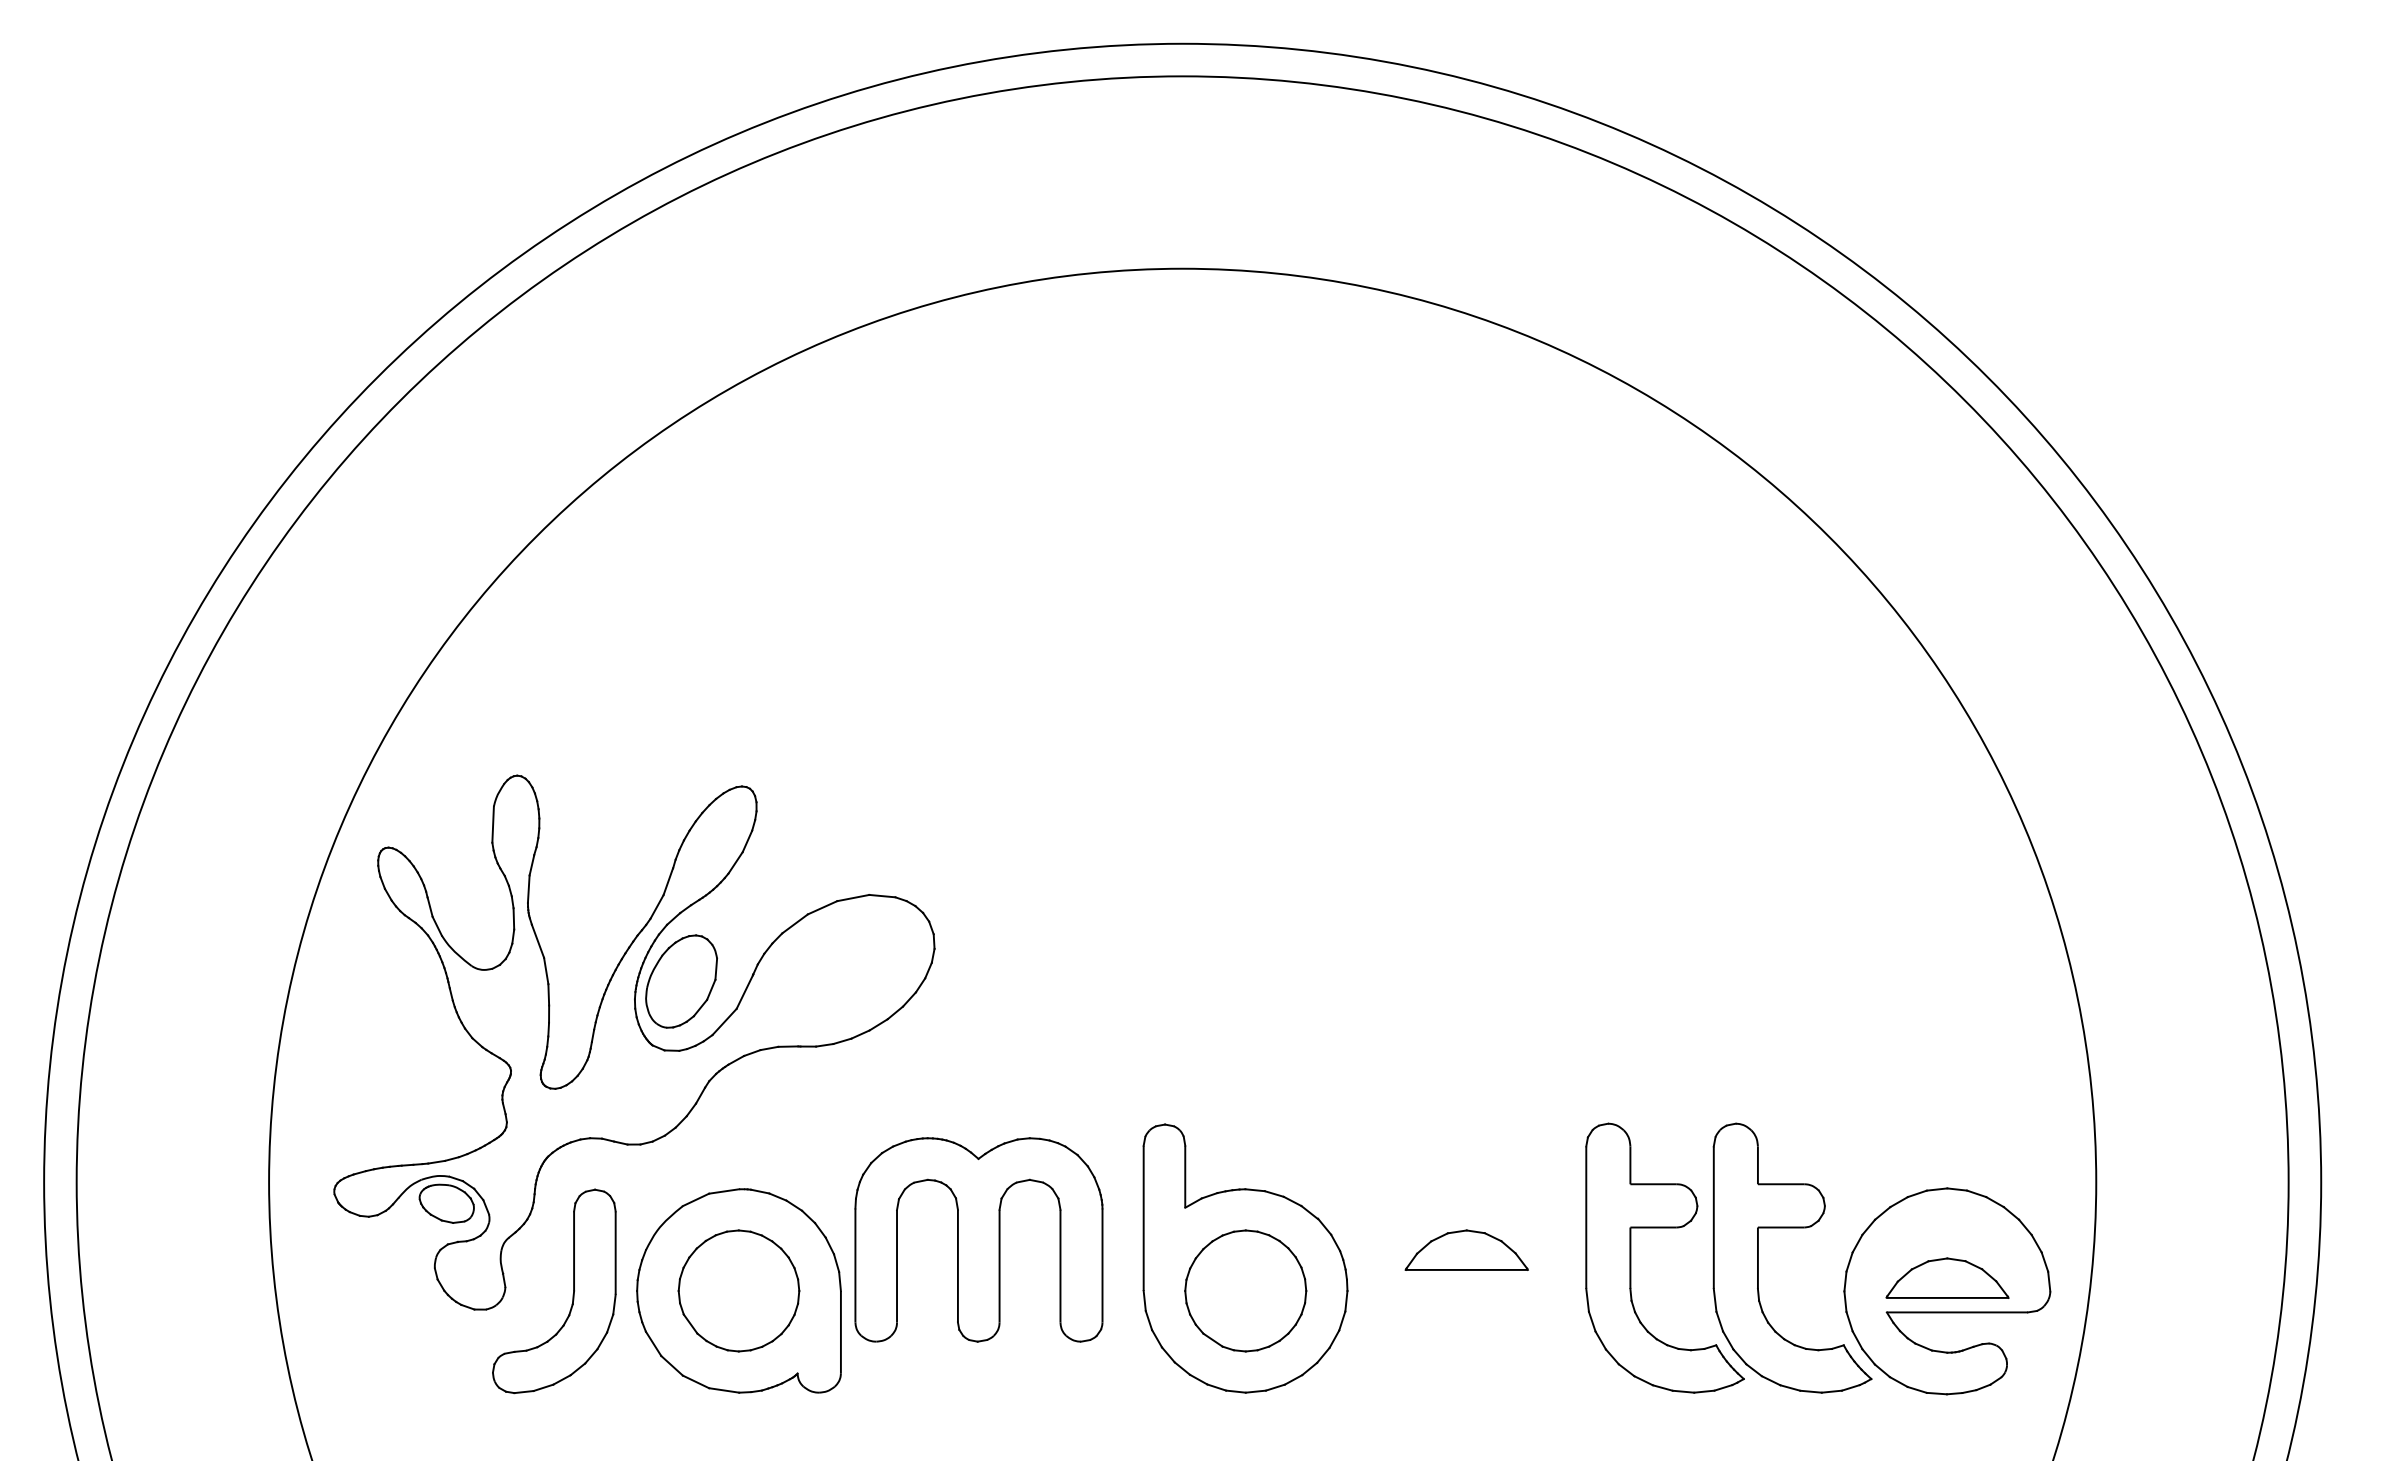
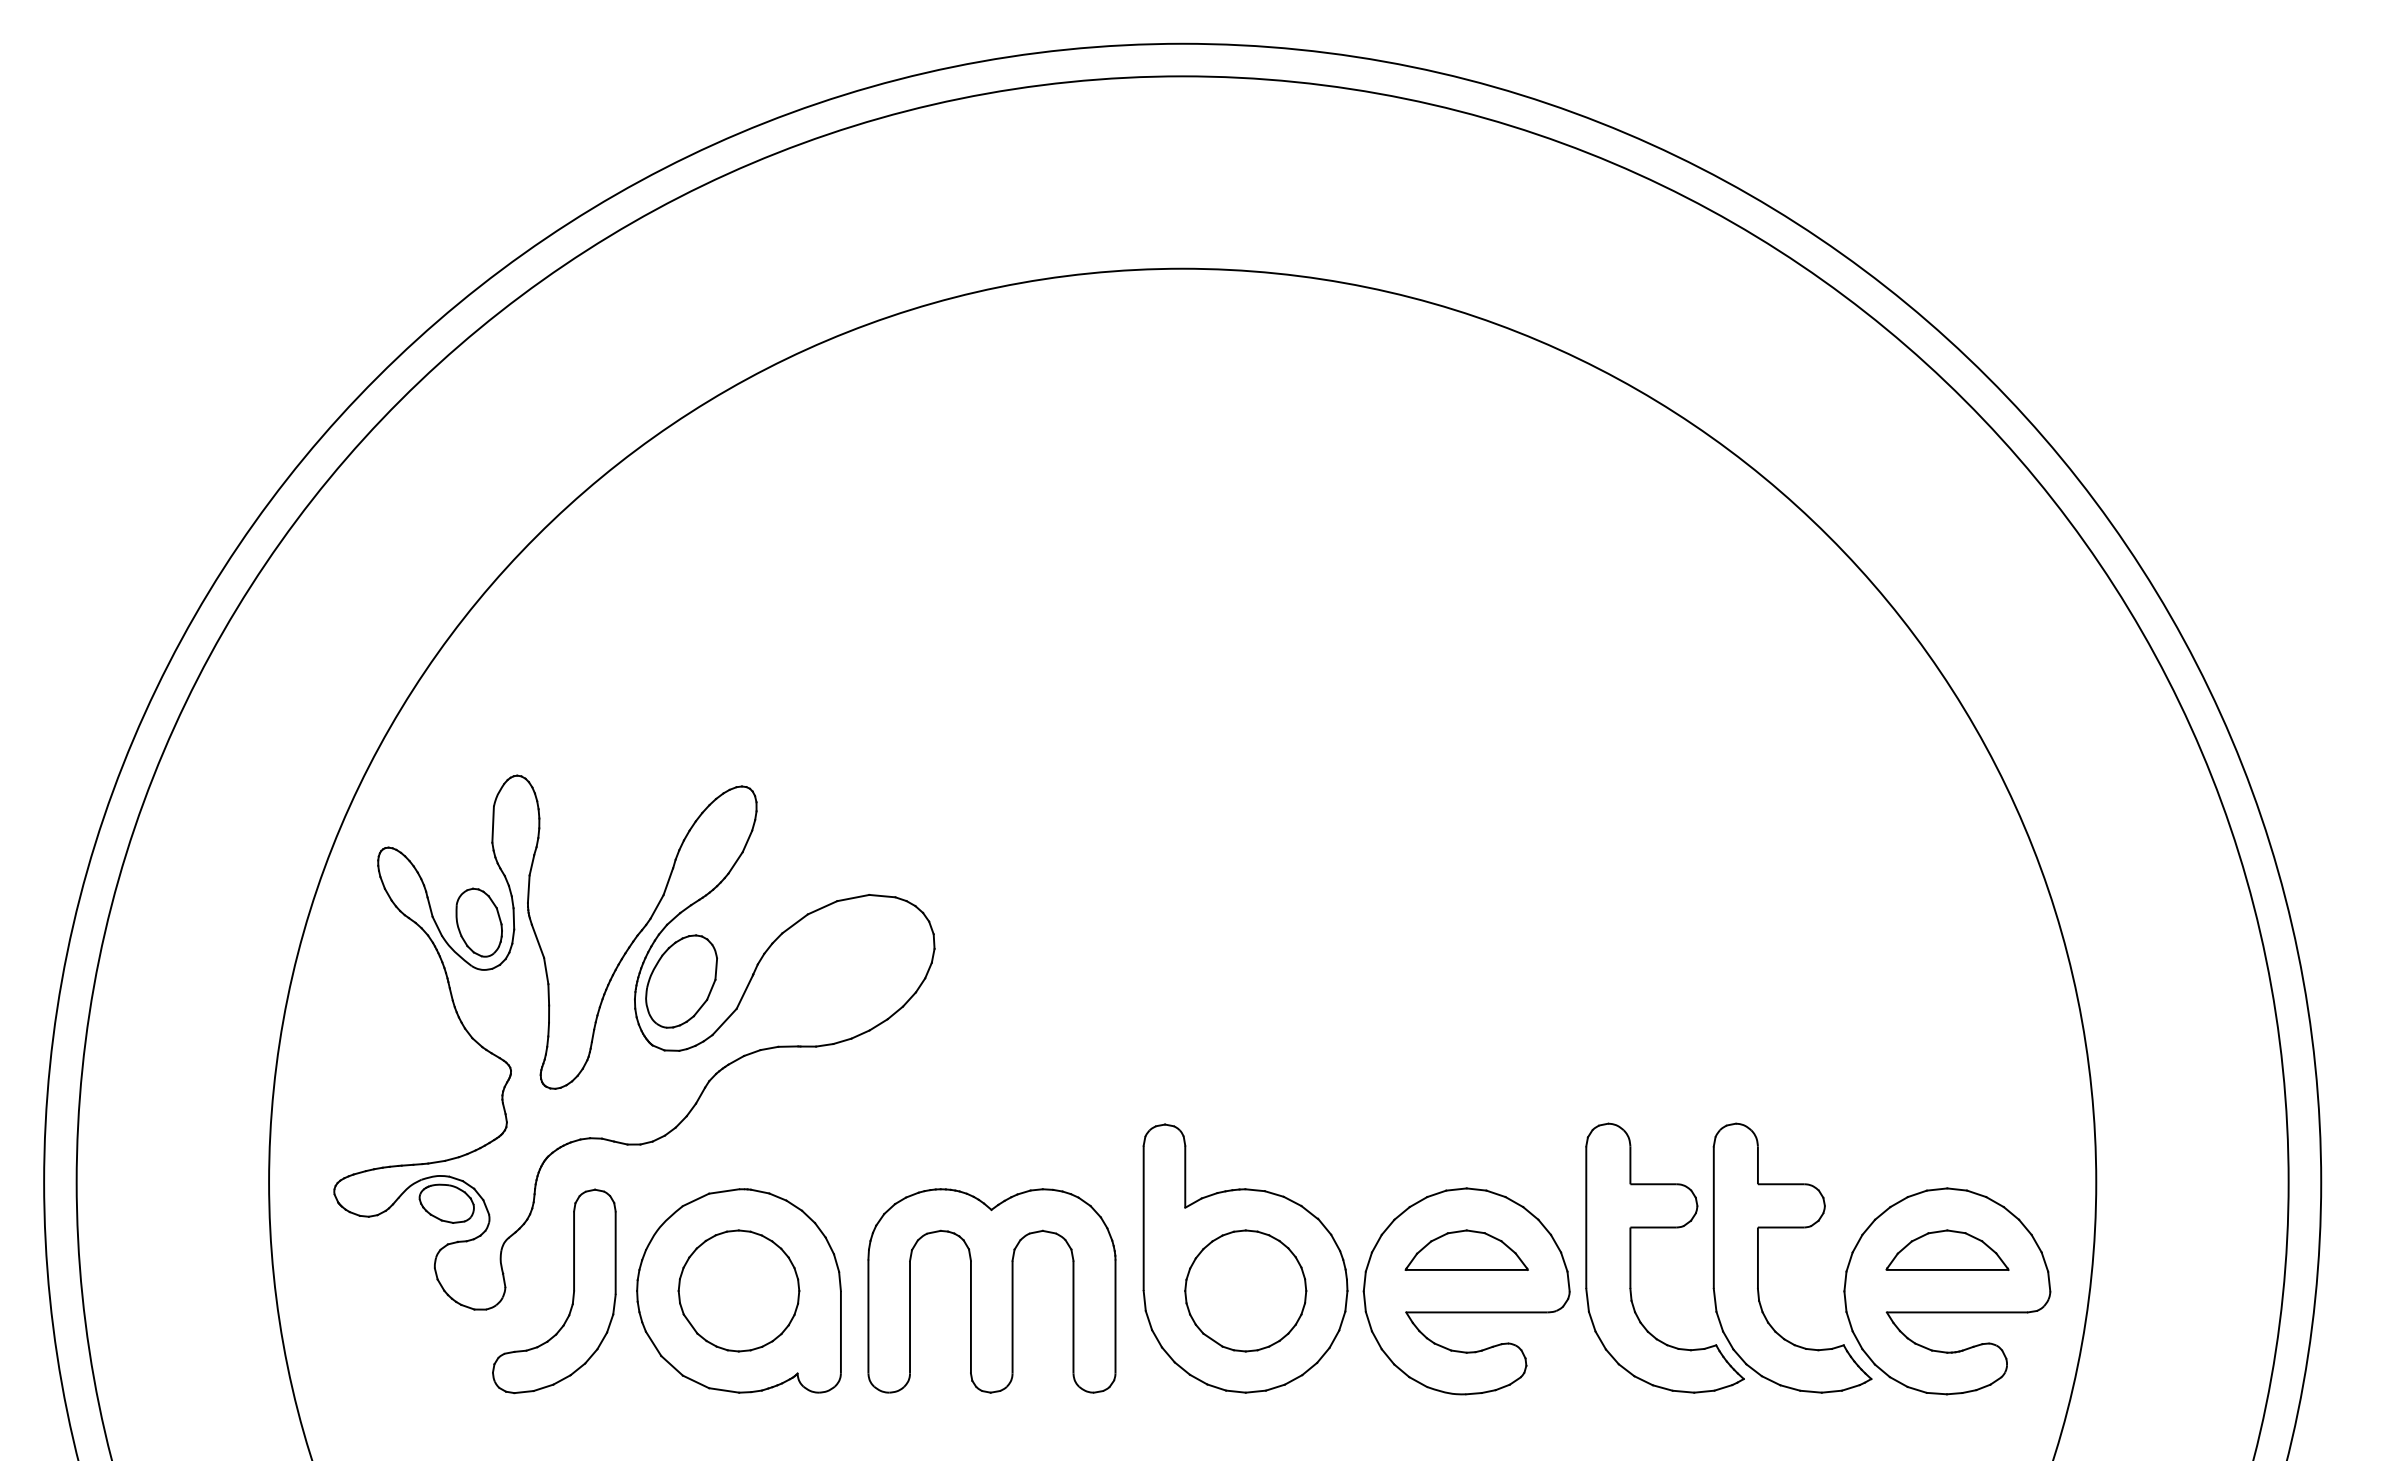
part at (478, 922): none -> present
part at (978, 1239) position: (978, 1239) -> (991, 1290)
part at (1947, 1277) position: (1947, 1277) -> (1947, 1249)
part at (1466, 1291): none -> present
